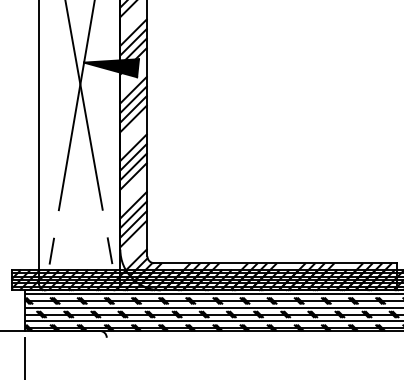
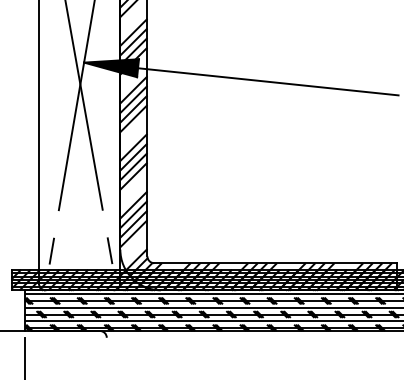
line at (268, 81): none -> present
